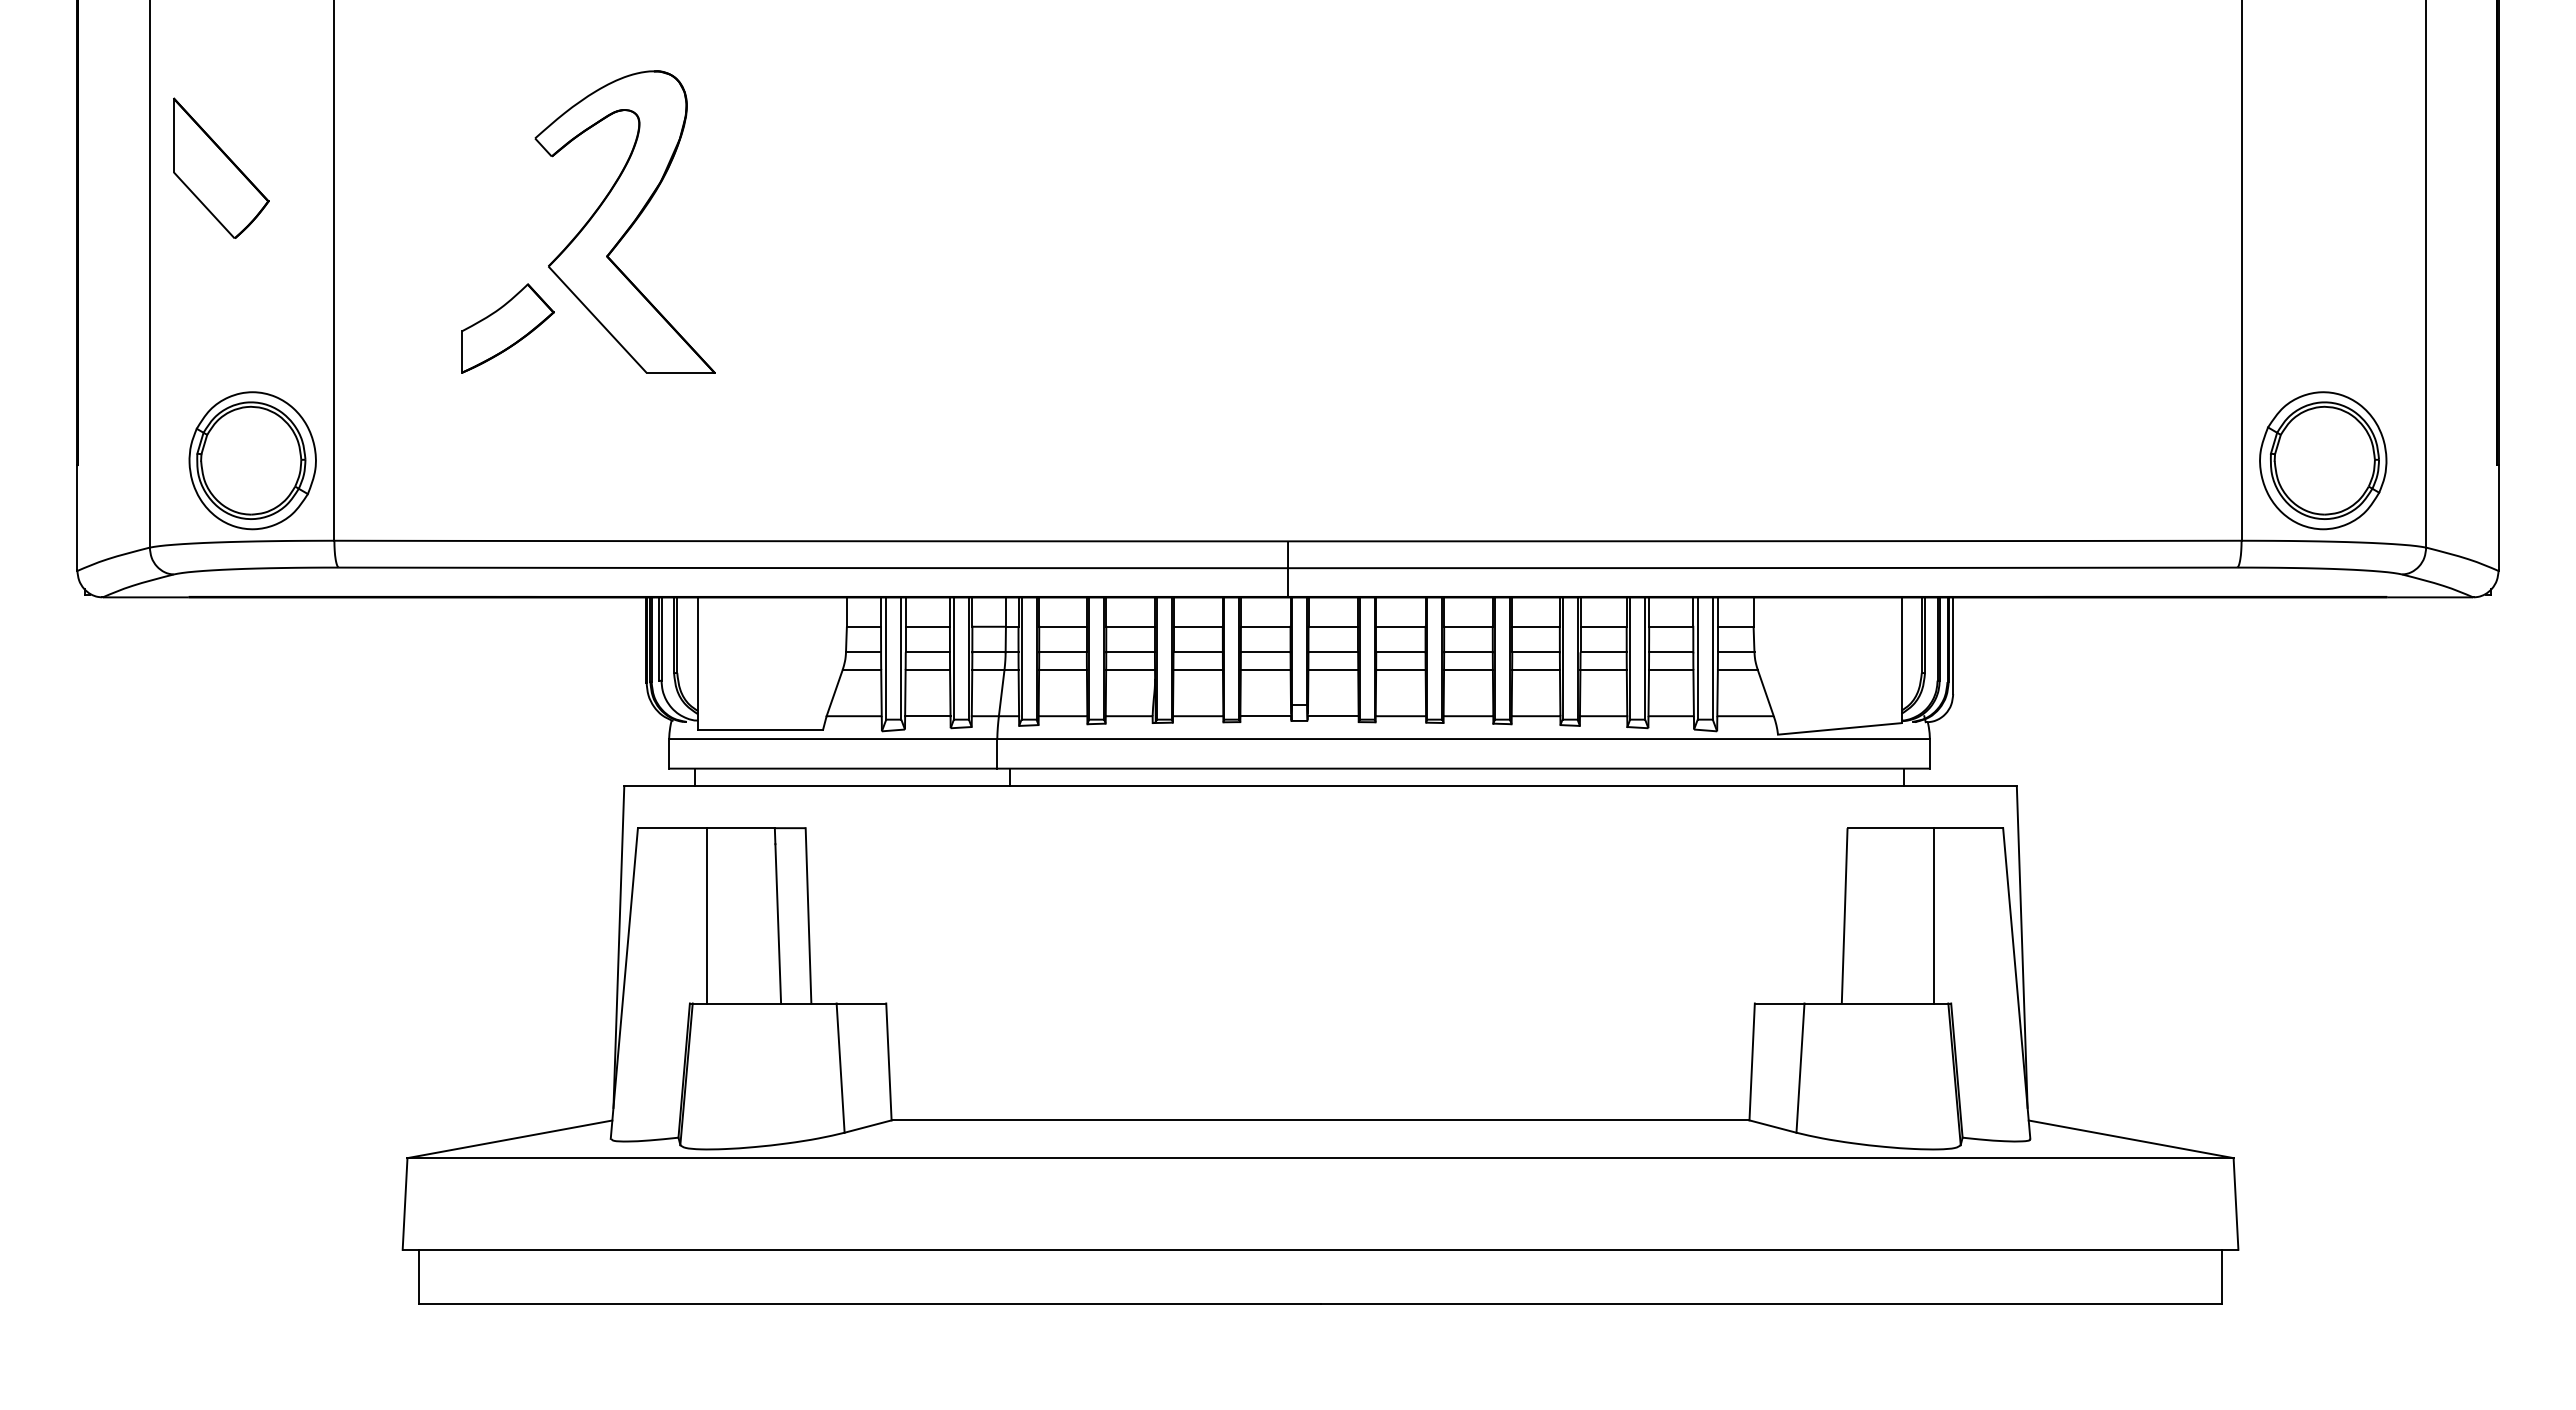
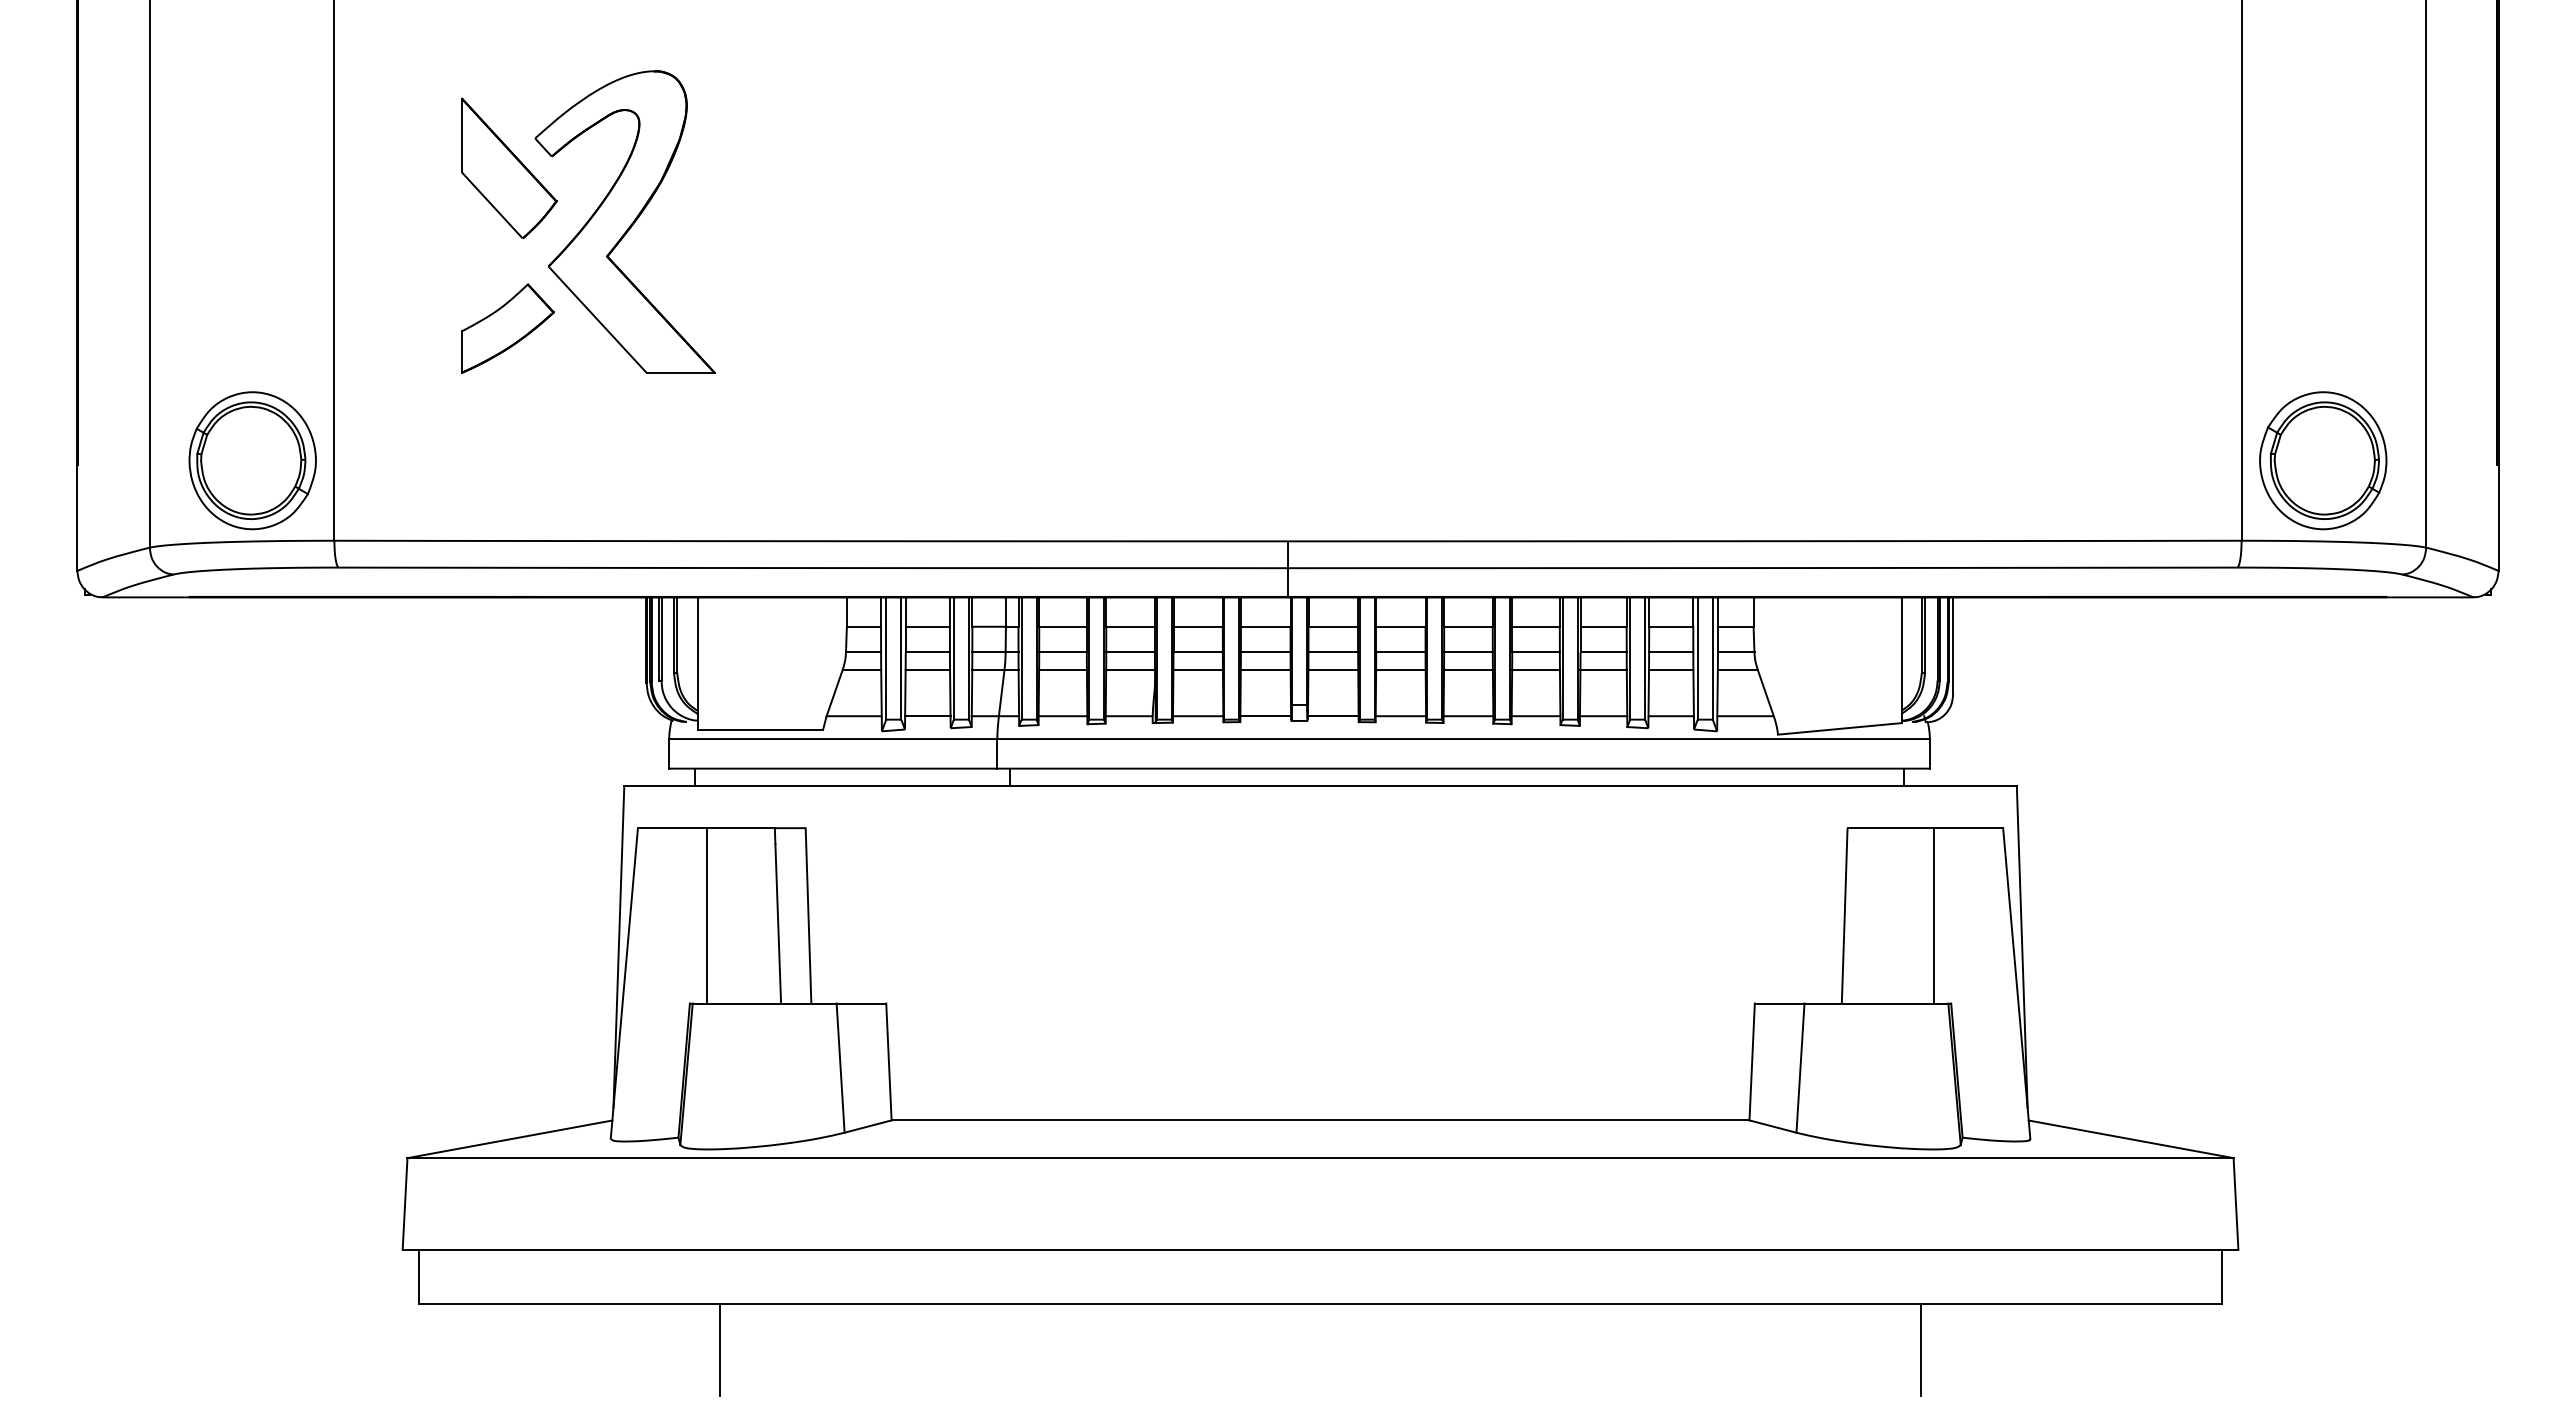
part at (221, 167) position: (221, 167) -> (509, 167)
line at (720, 1349): none -> present
line at (1920, 1349): none -> present
